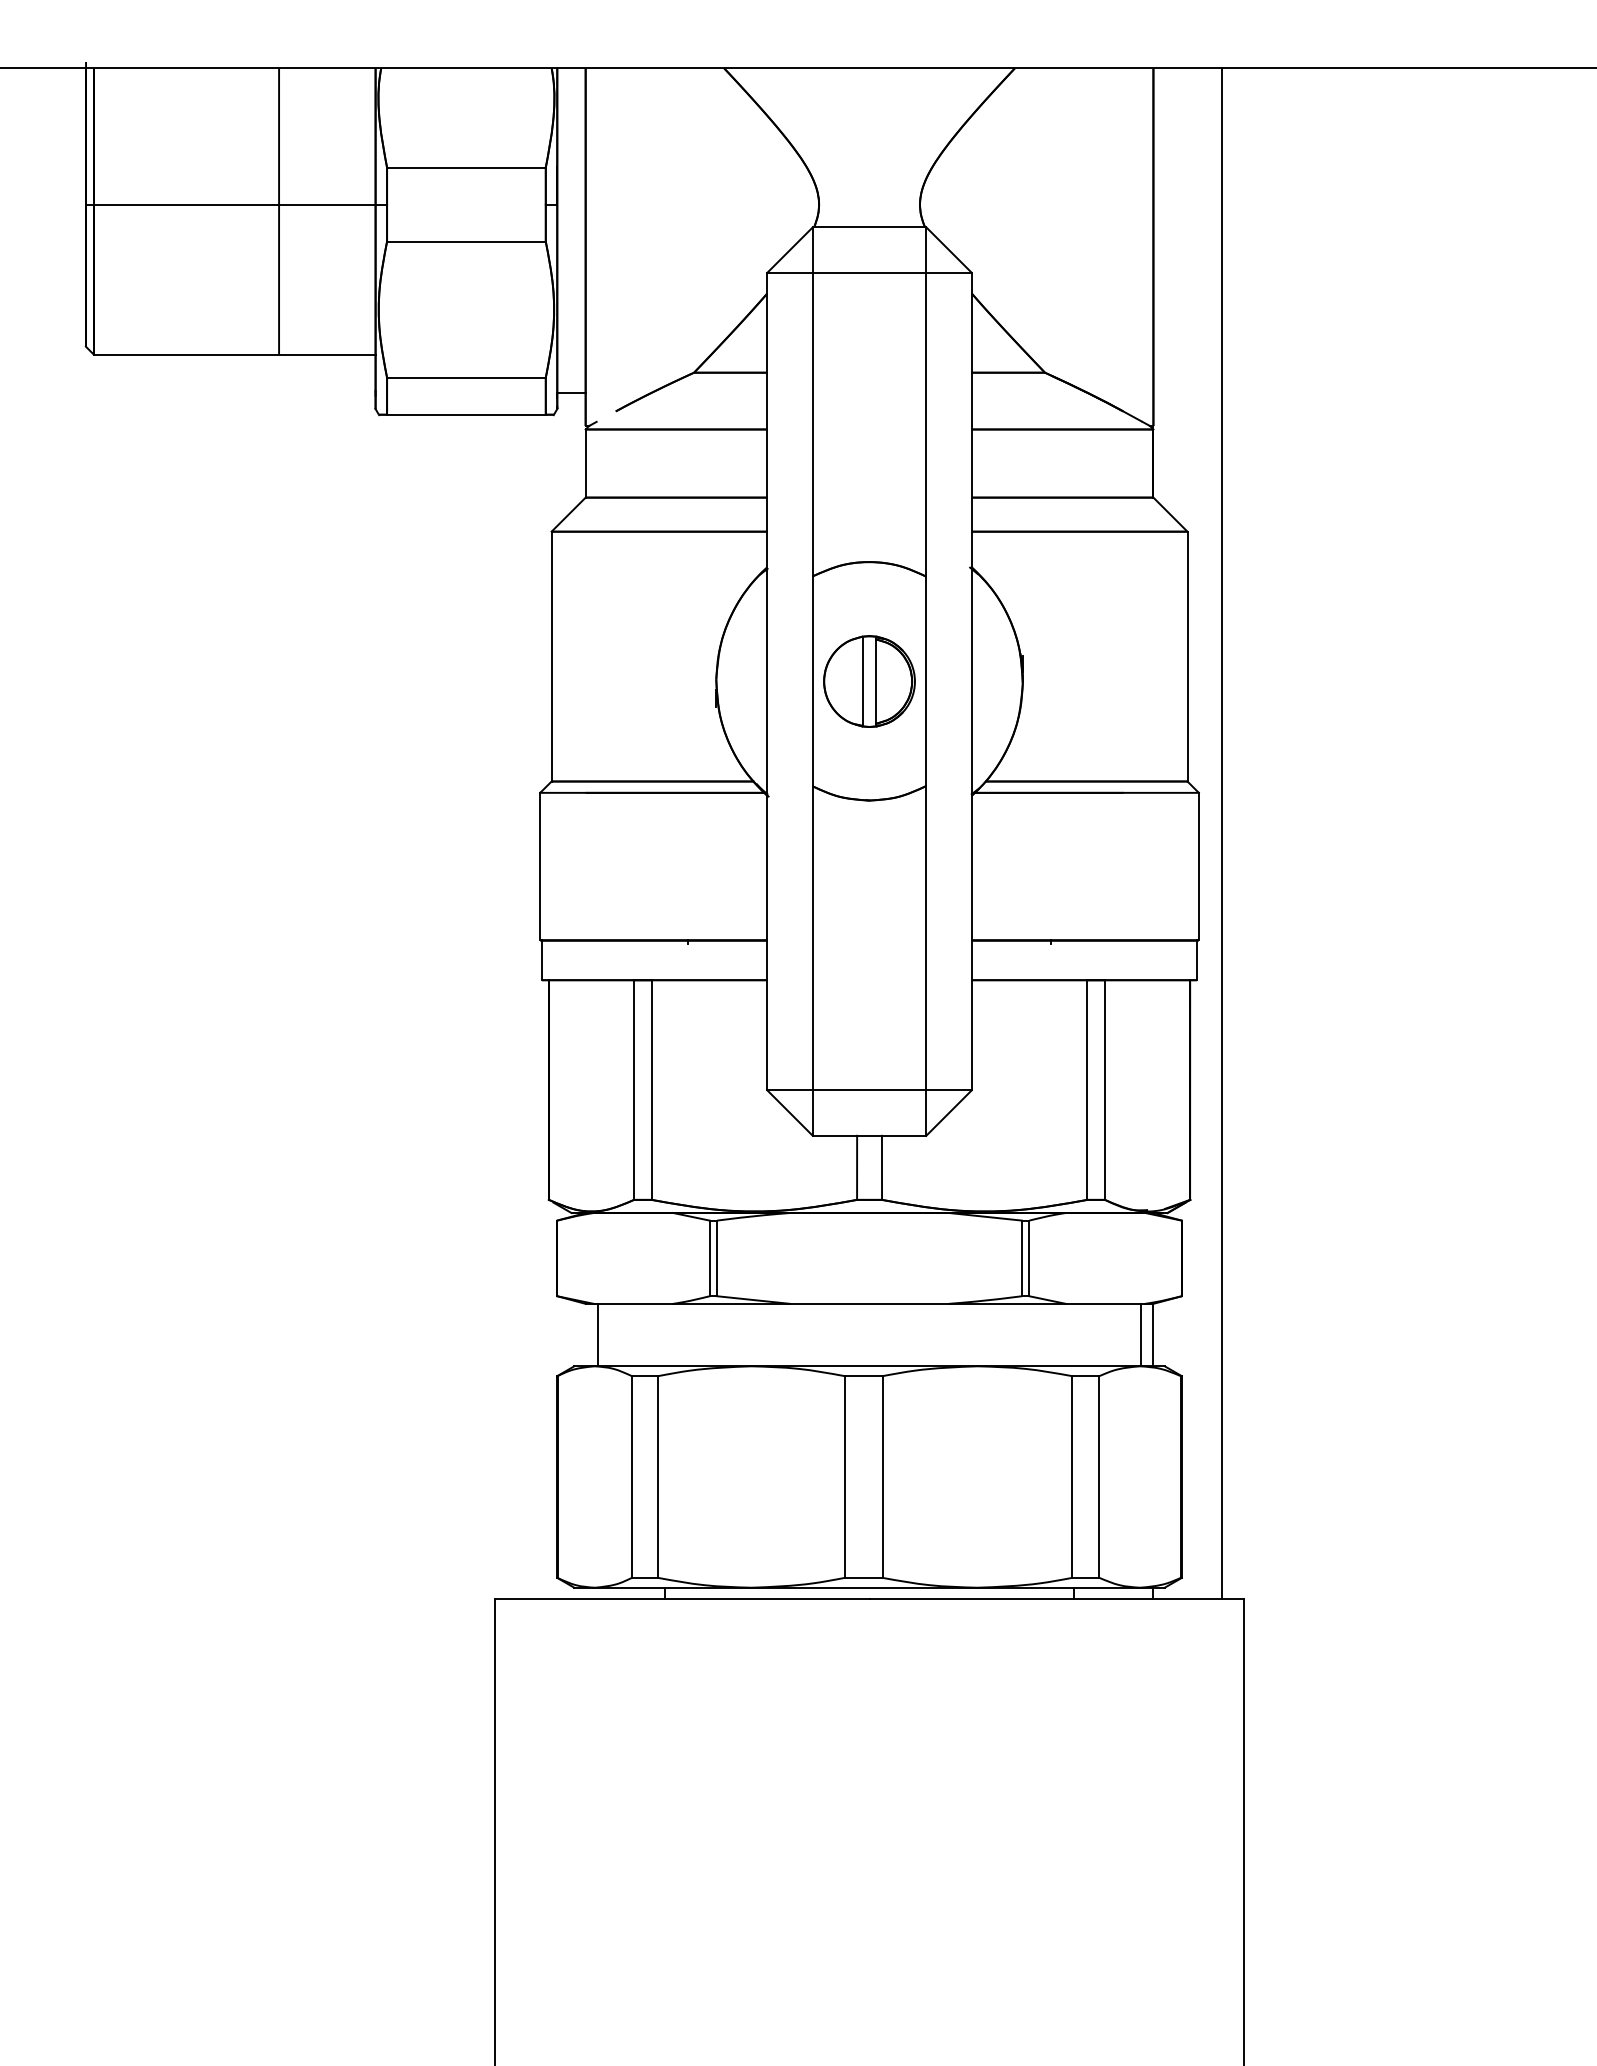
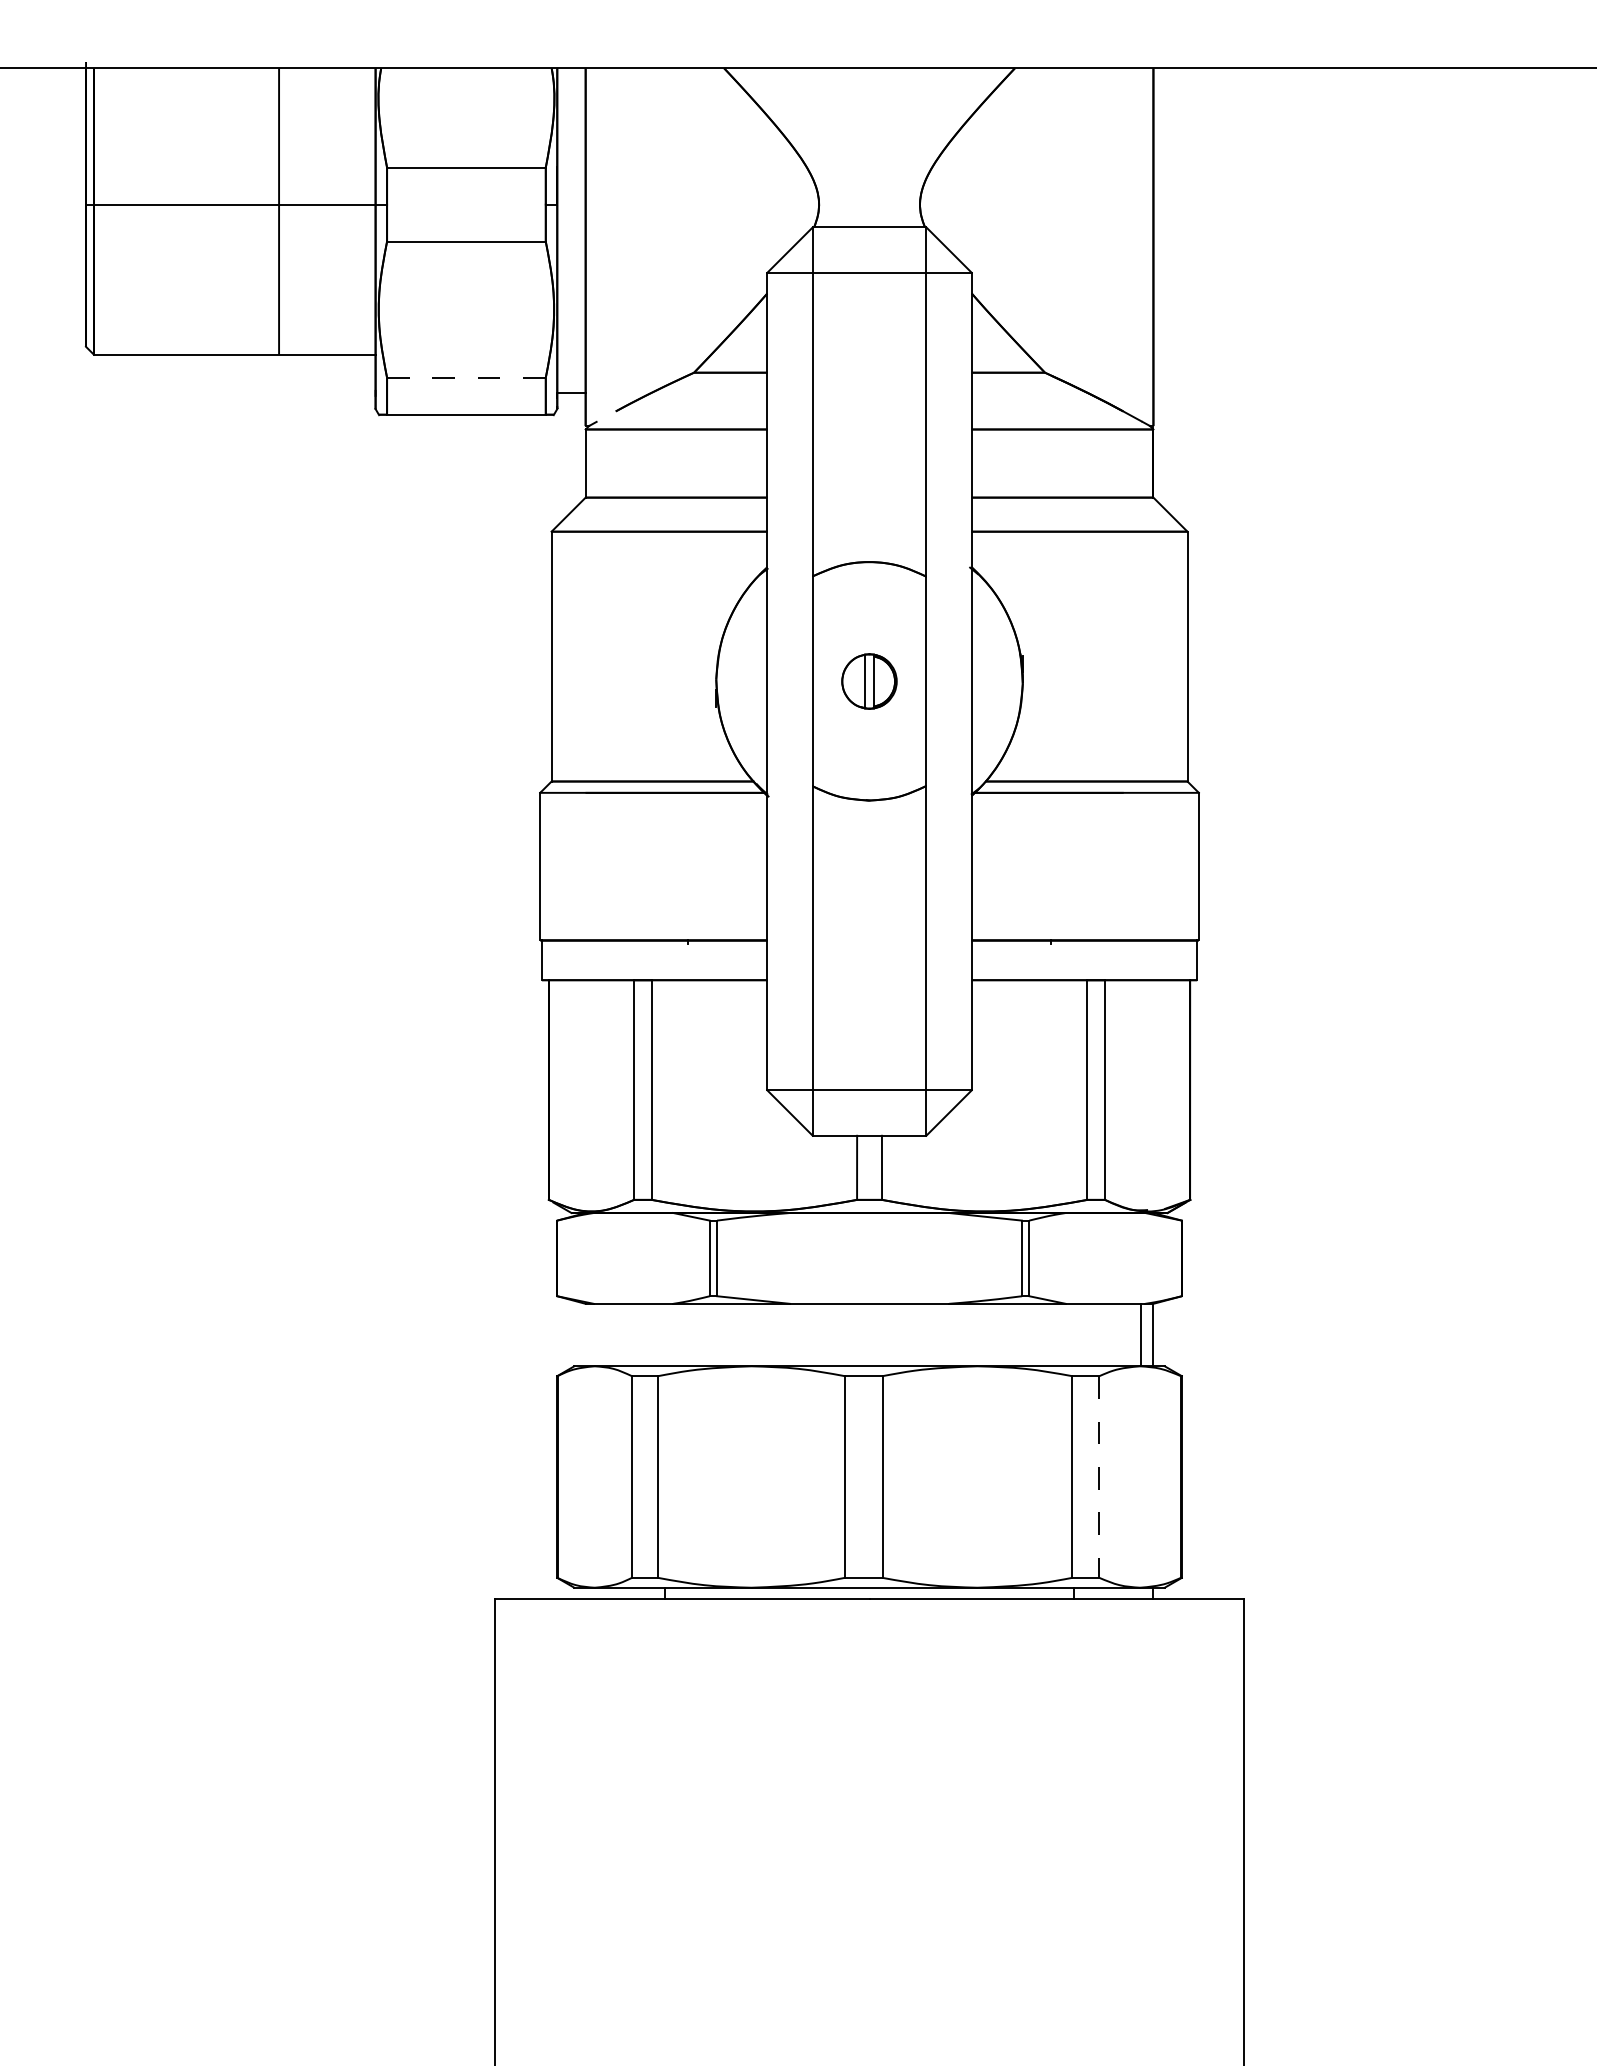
line at (465, 377): solid -> dashed
part at (869, 681) size: 93x93 px -> 57x57 px
line at (1221, 833): present -> none
line at (598, 1334): present -> none
line at (1099, 1477): solid -> dashed
